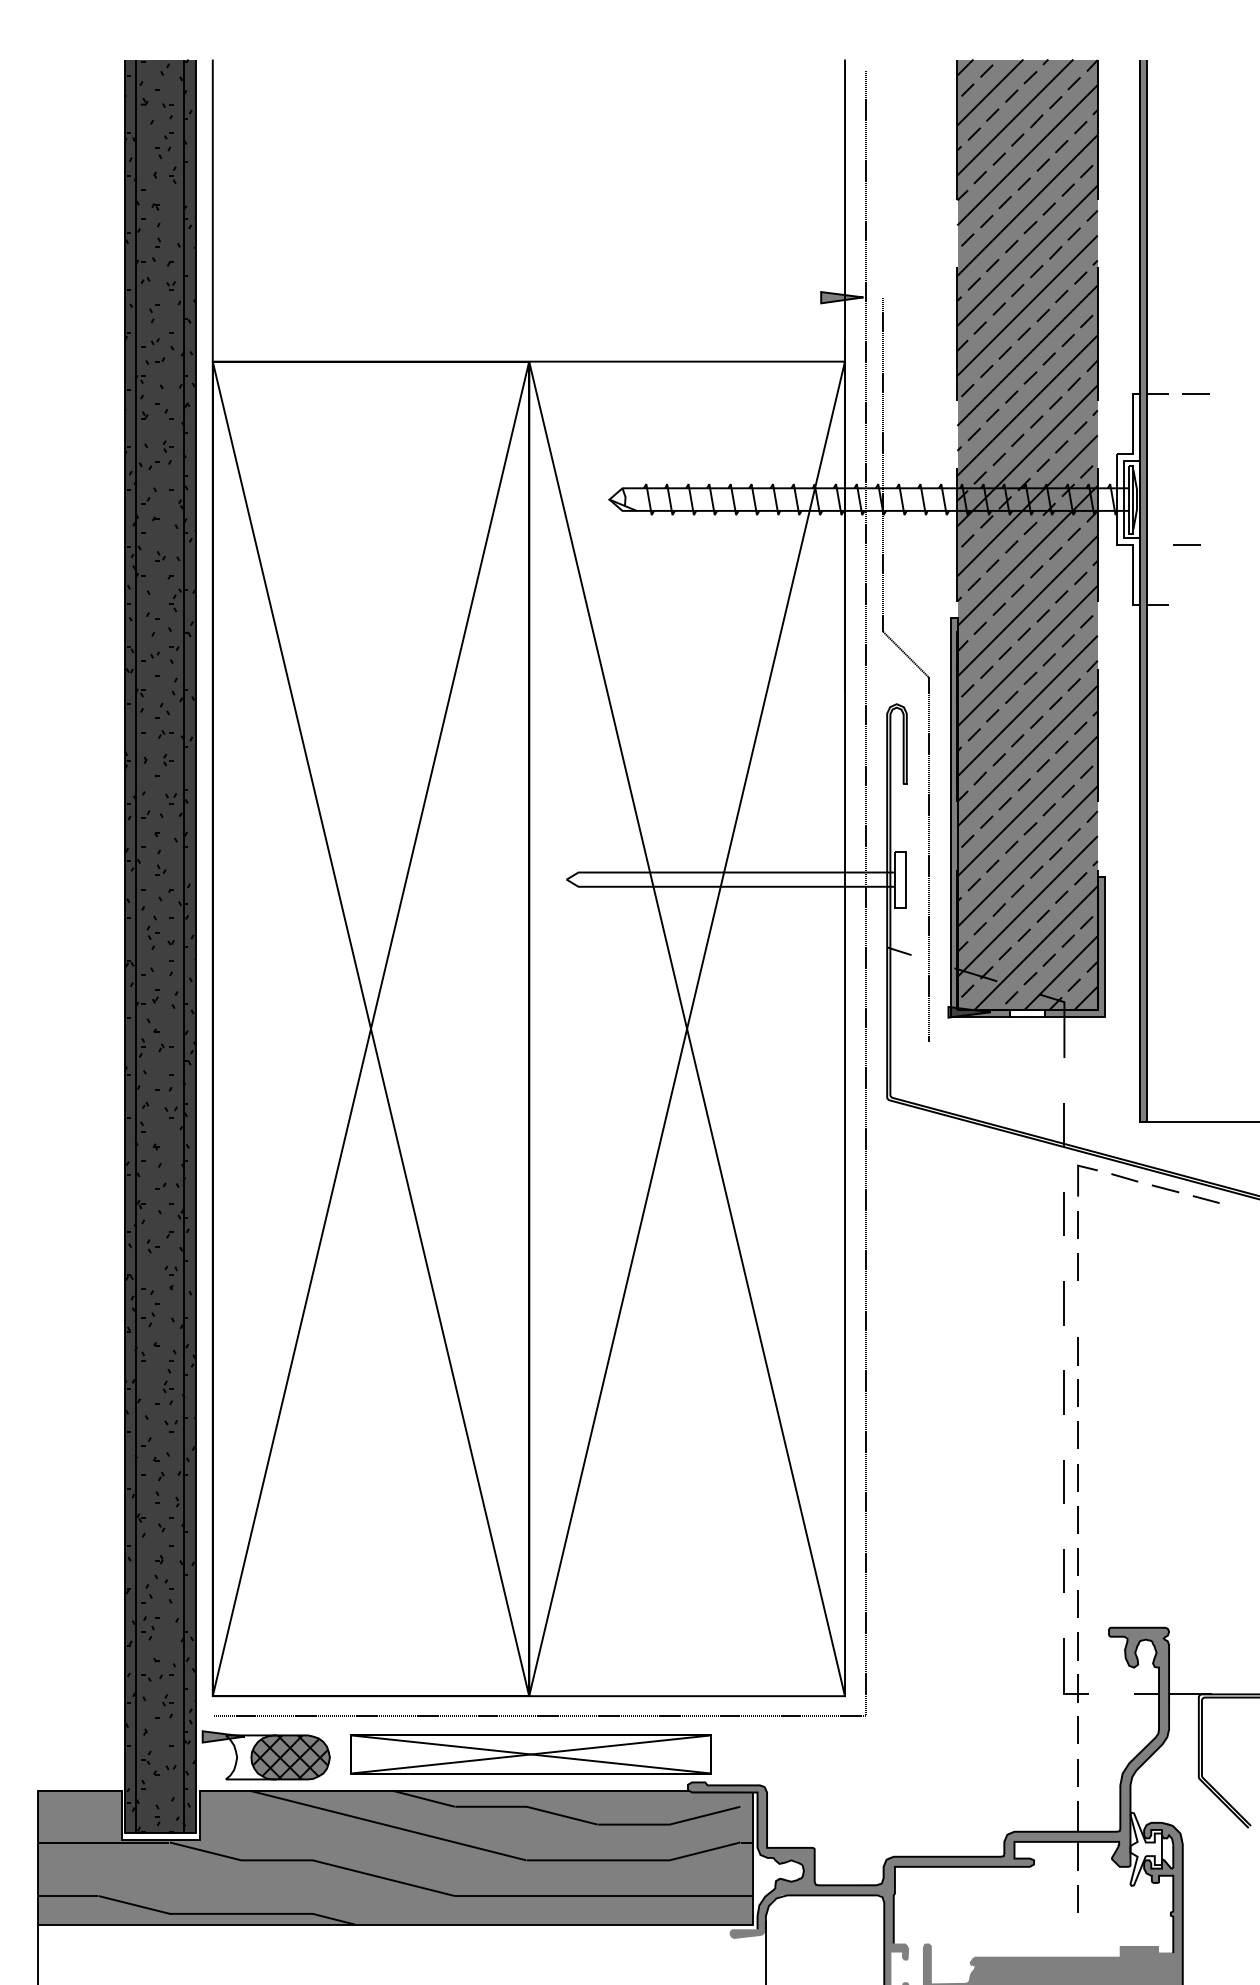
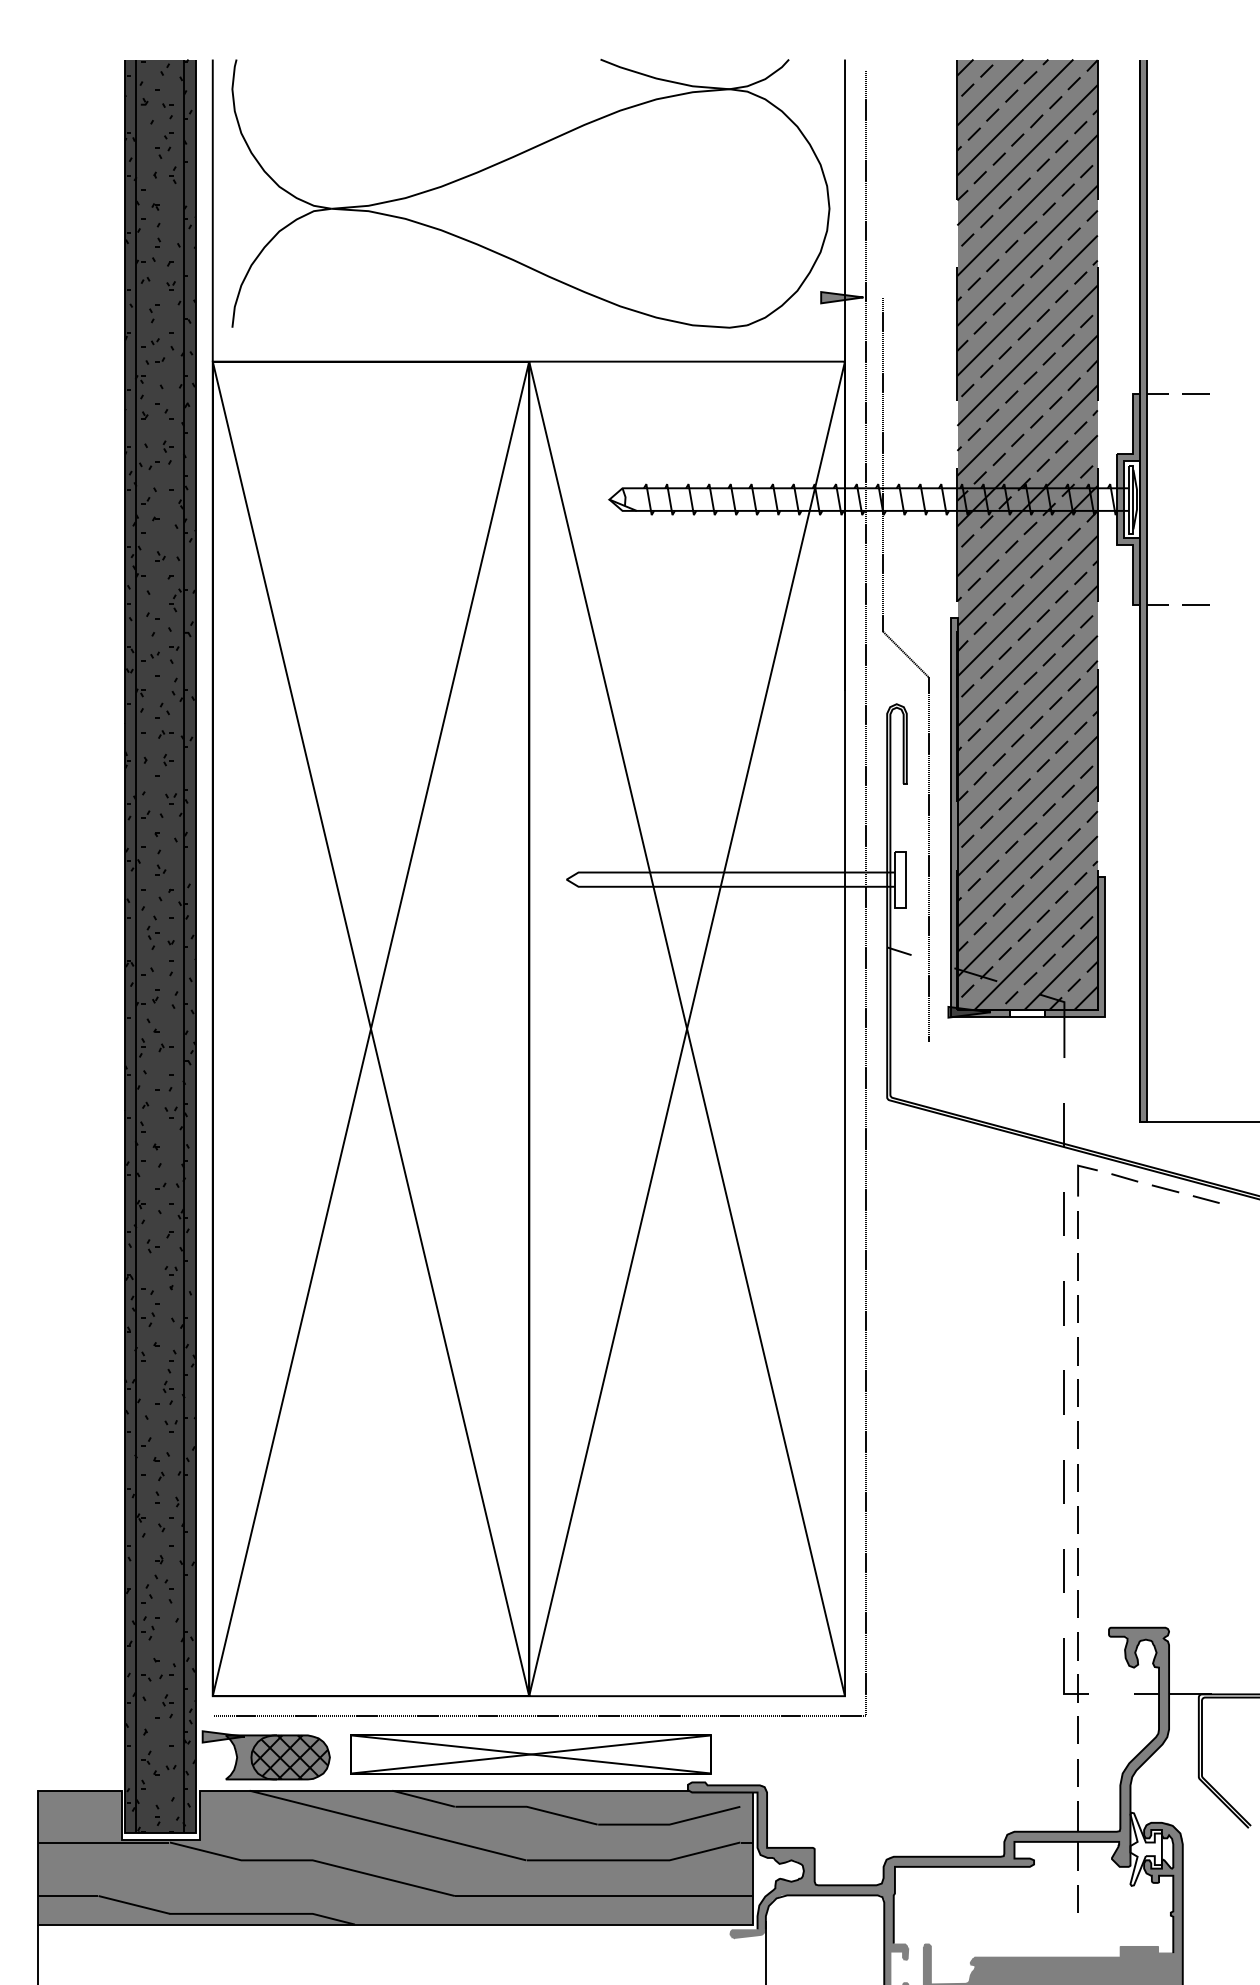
part at (530, 193): none -> present
fill at (1127, 499): none -> present
line at (1186, 544) position: (1186, 544) -> (1195, 604)
line at (1077, 1308): none -> present
fill at (249, 1757): none -> present
